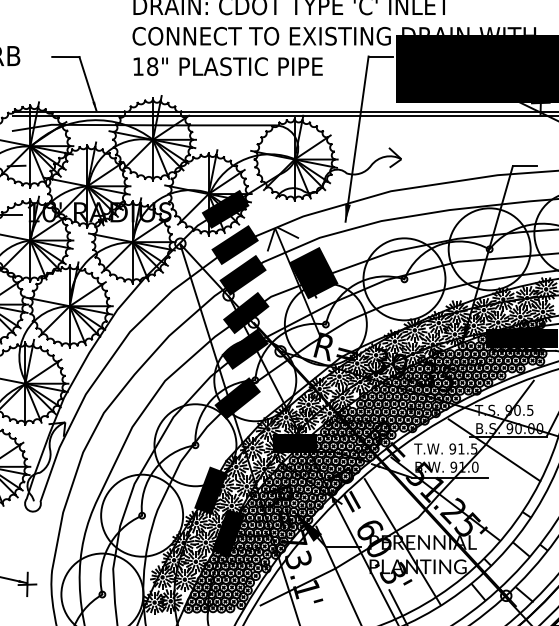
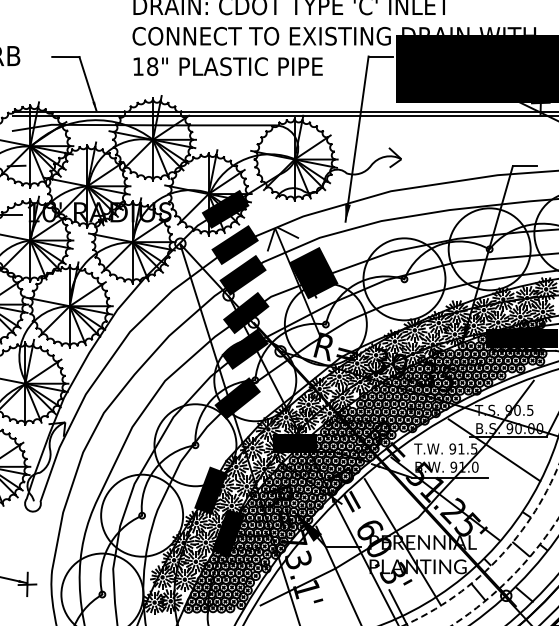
arc at (497, 559): solid -> dashed
arc at (509, 578): solid -> dashed
